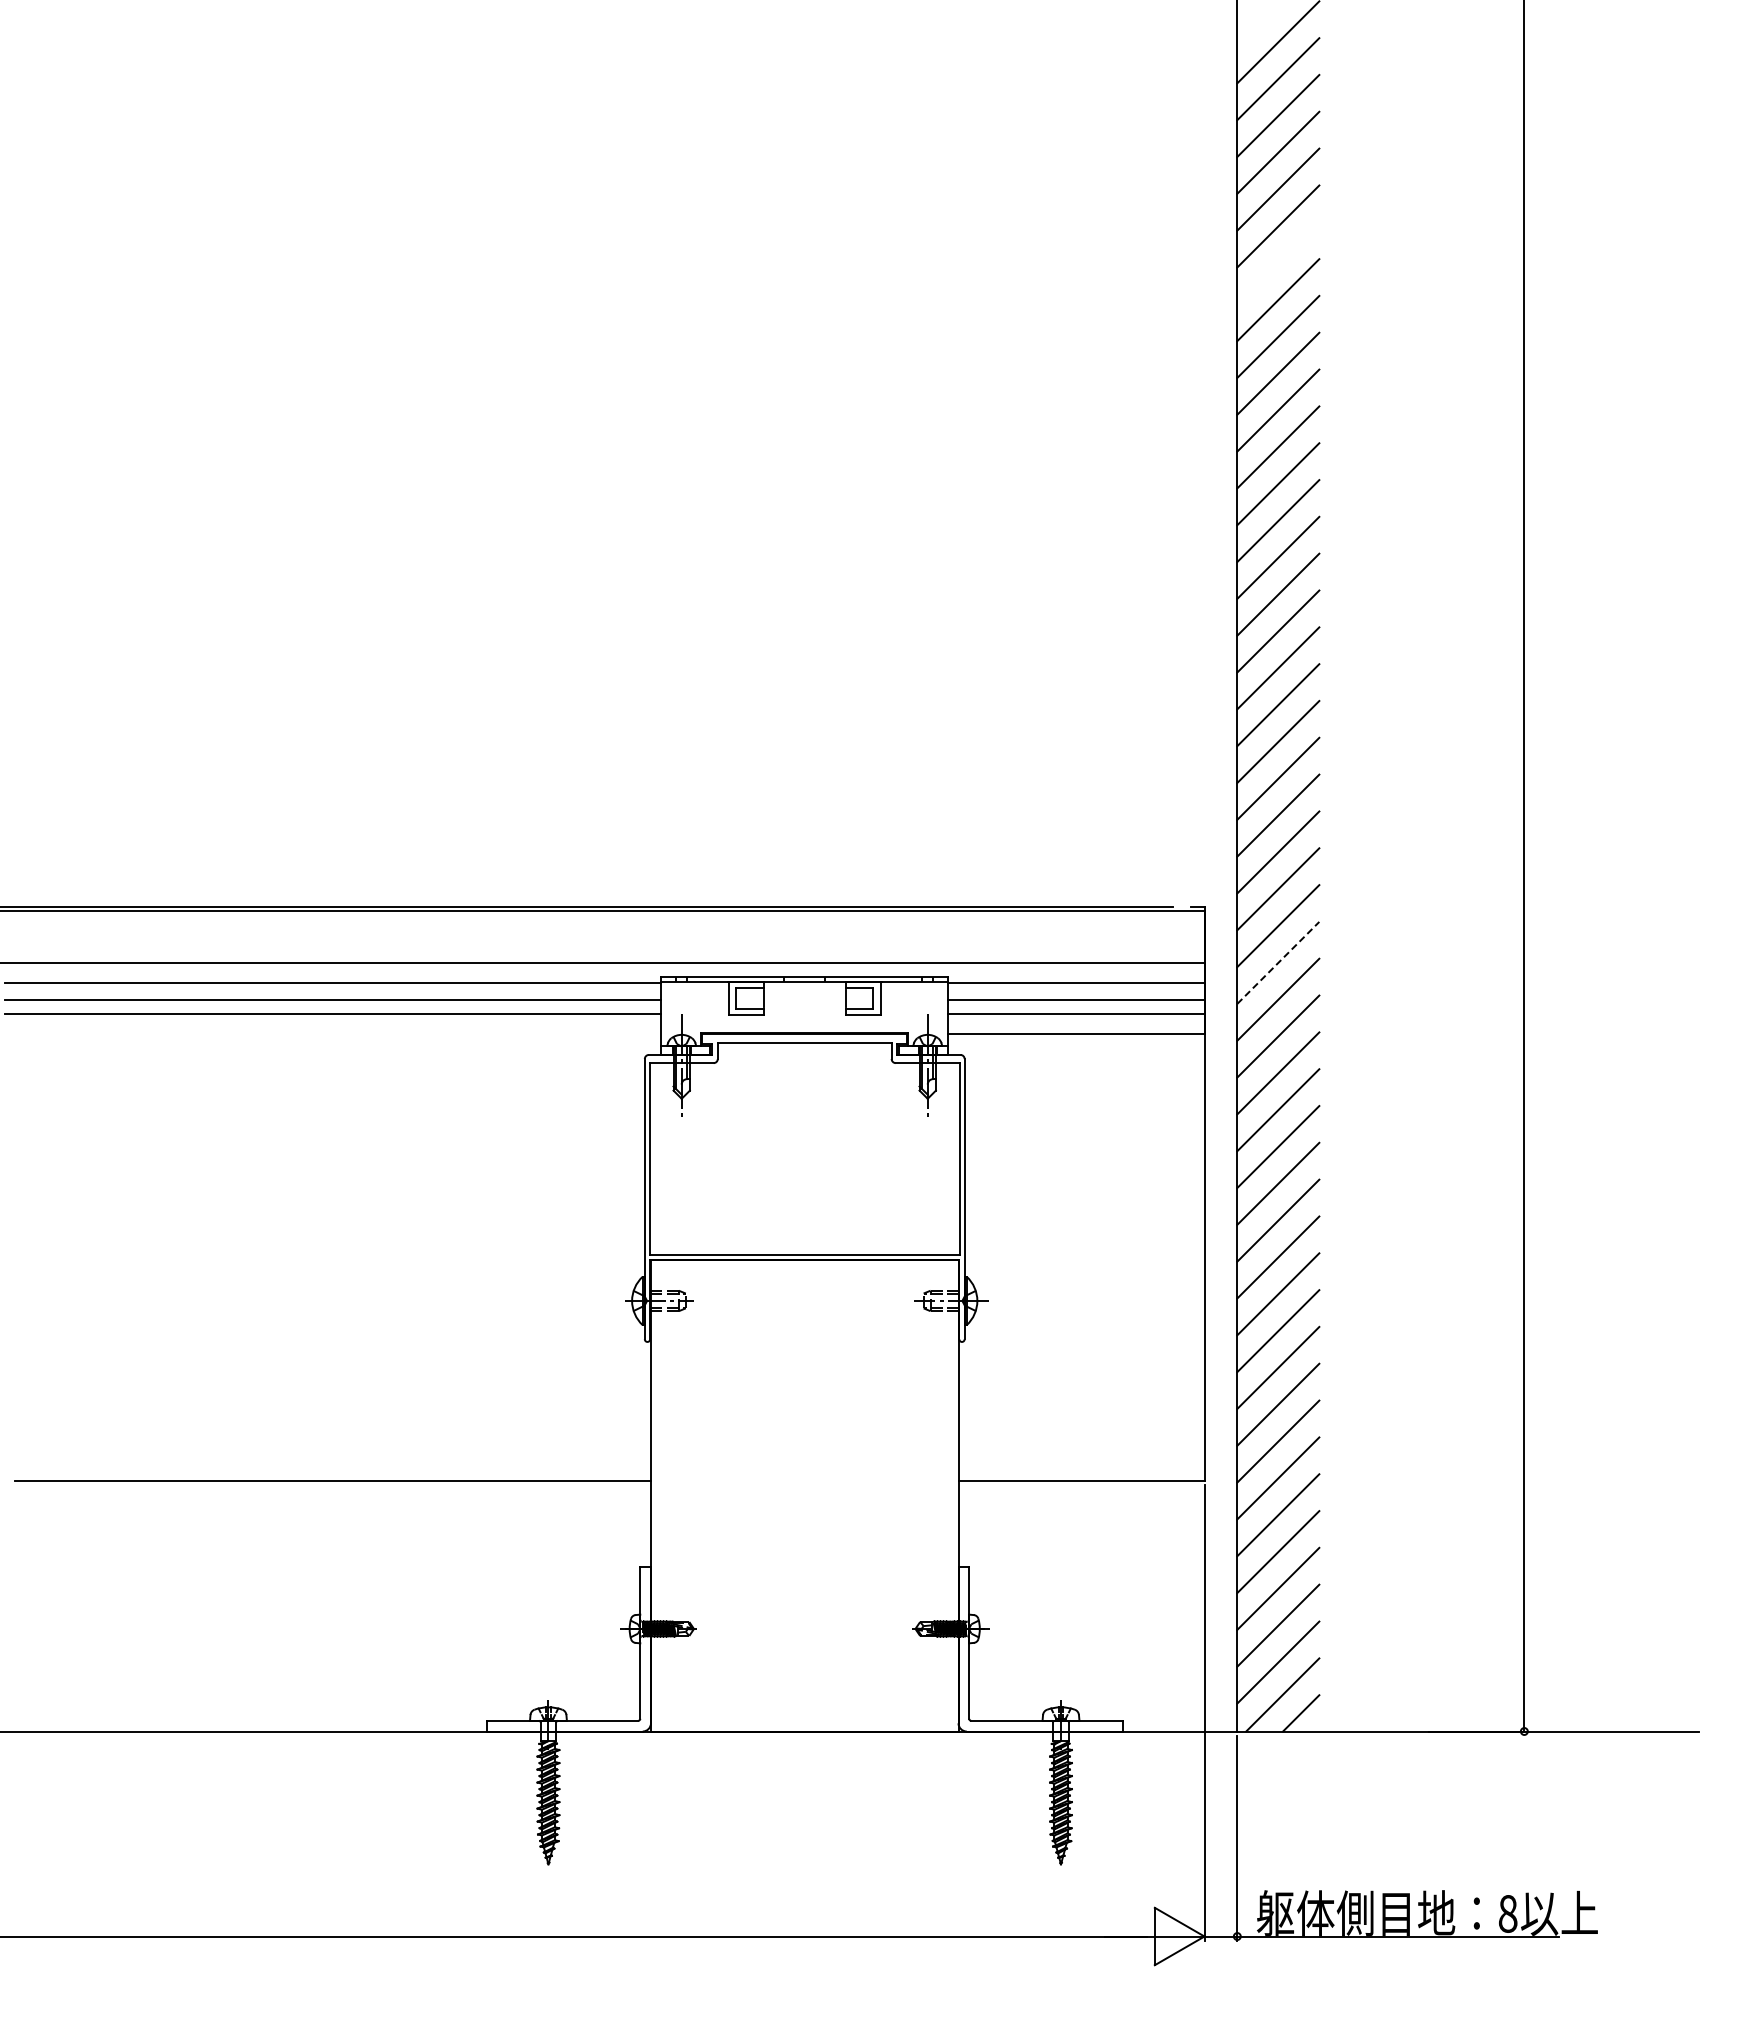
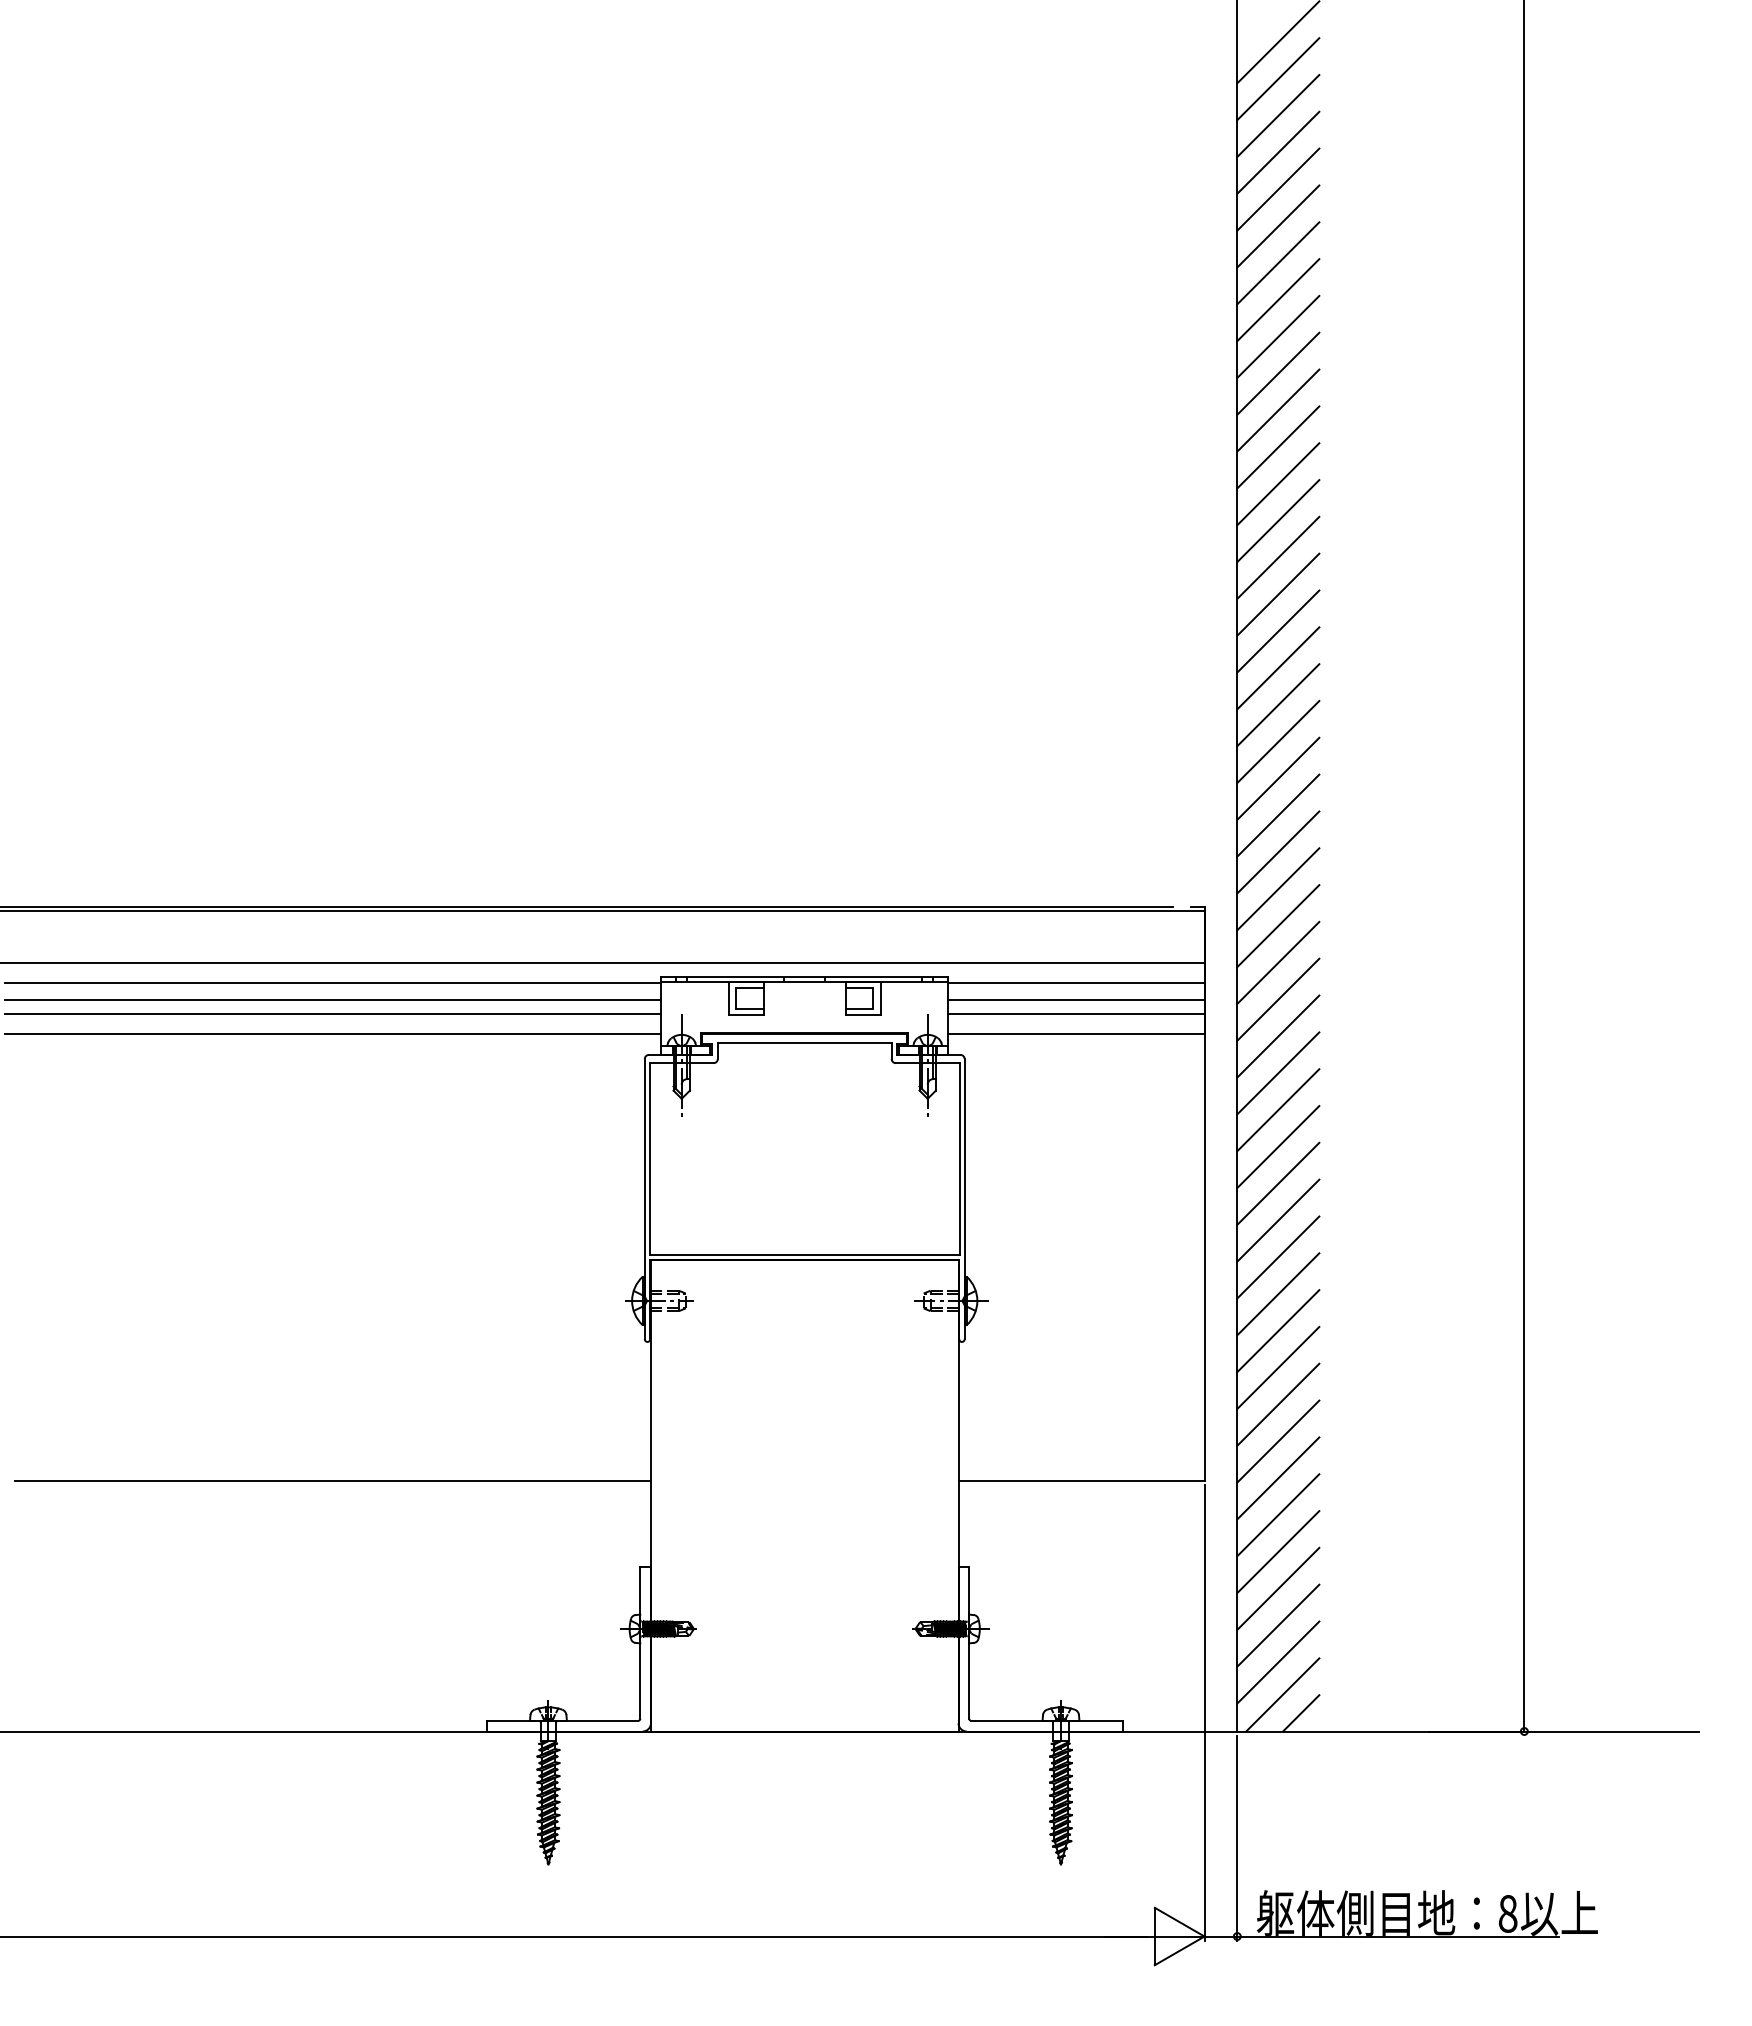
line at (1278, 263): none -> present
line at (1278, 962): dashed -> solid
line at (333, 1034): none -> present
